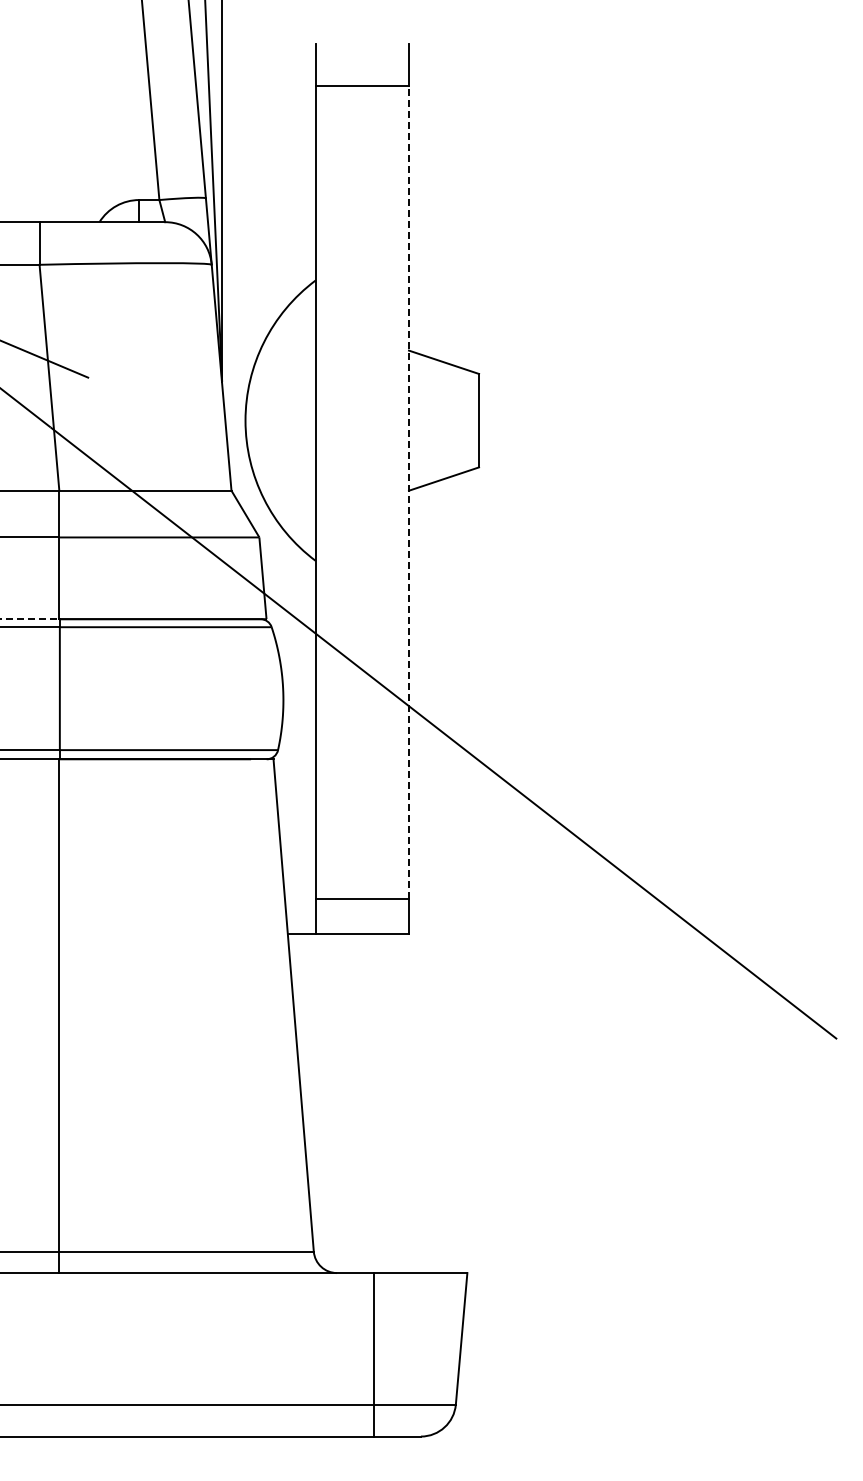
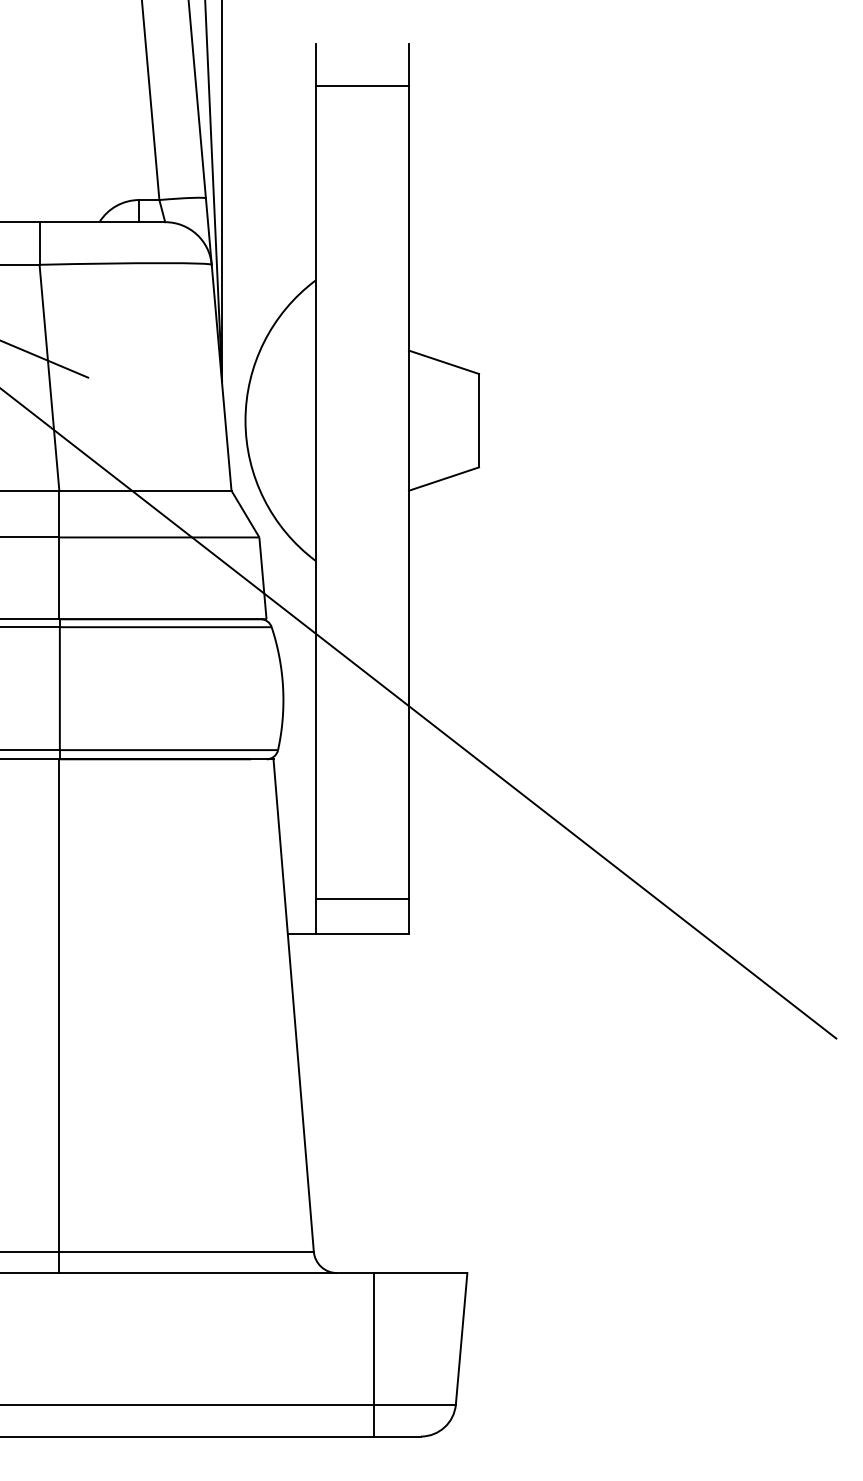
line at (408, 491): dashed -> solid
line at (30, 619): dashed -> solid
